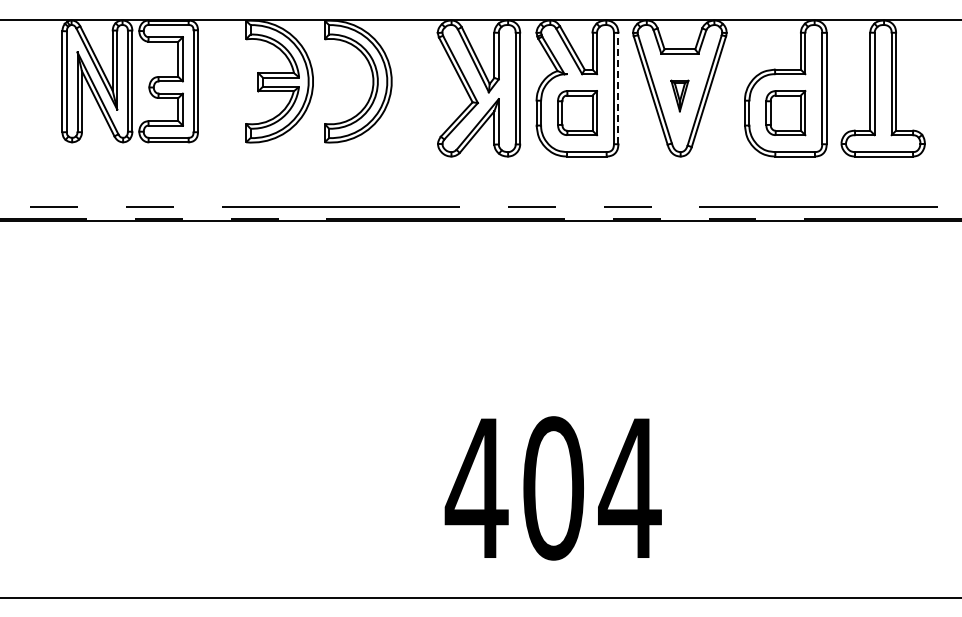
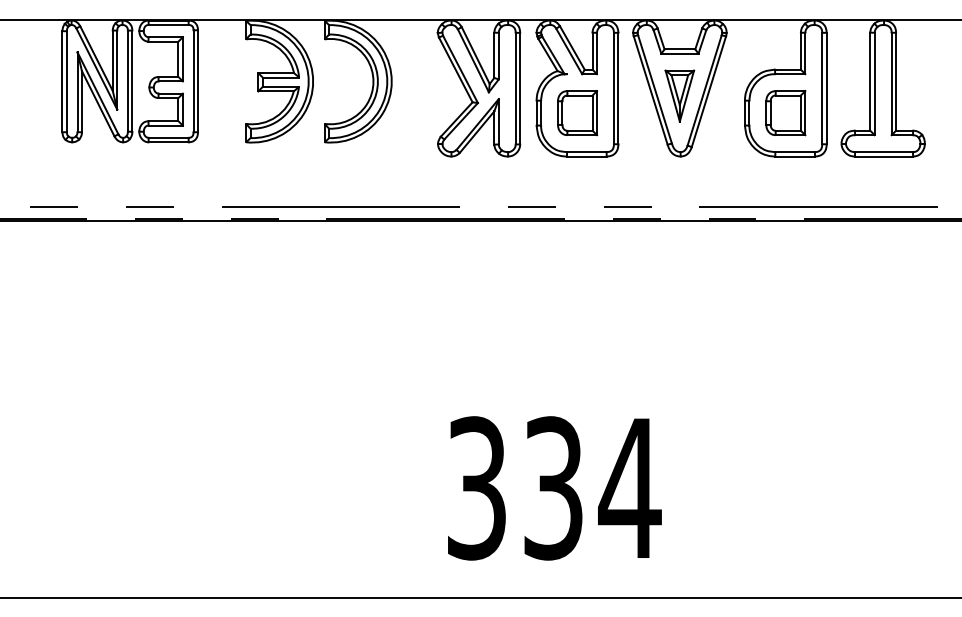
line at (618, 88): dashed -> solid
part at (679, 95) size: 20x34 px -> 32x54 px
text at (513, 488): 404 -> 334
